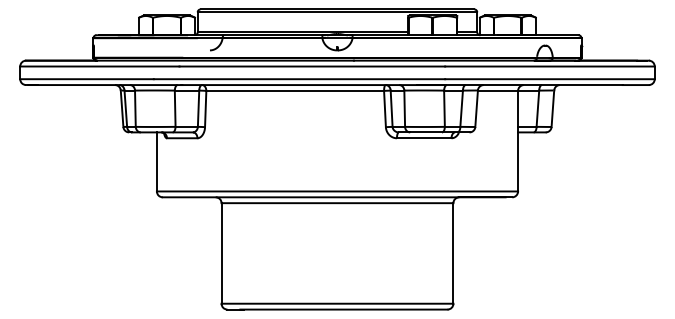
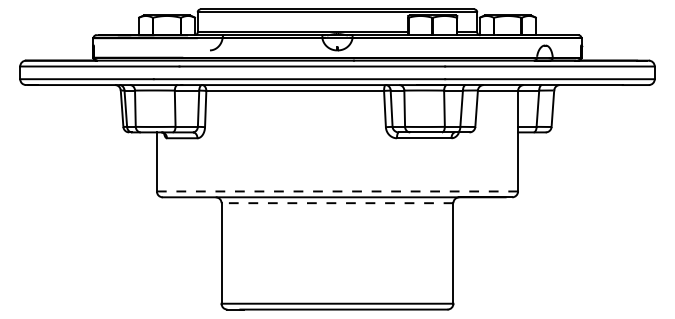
line at (337, 191): solid -> dashed
line at (337, 203): solid -> dashed
